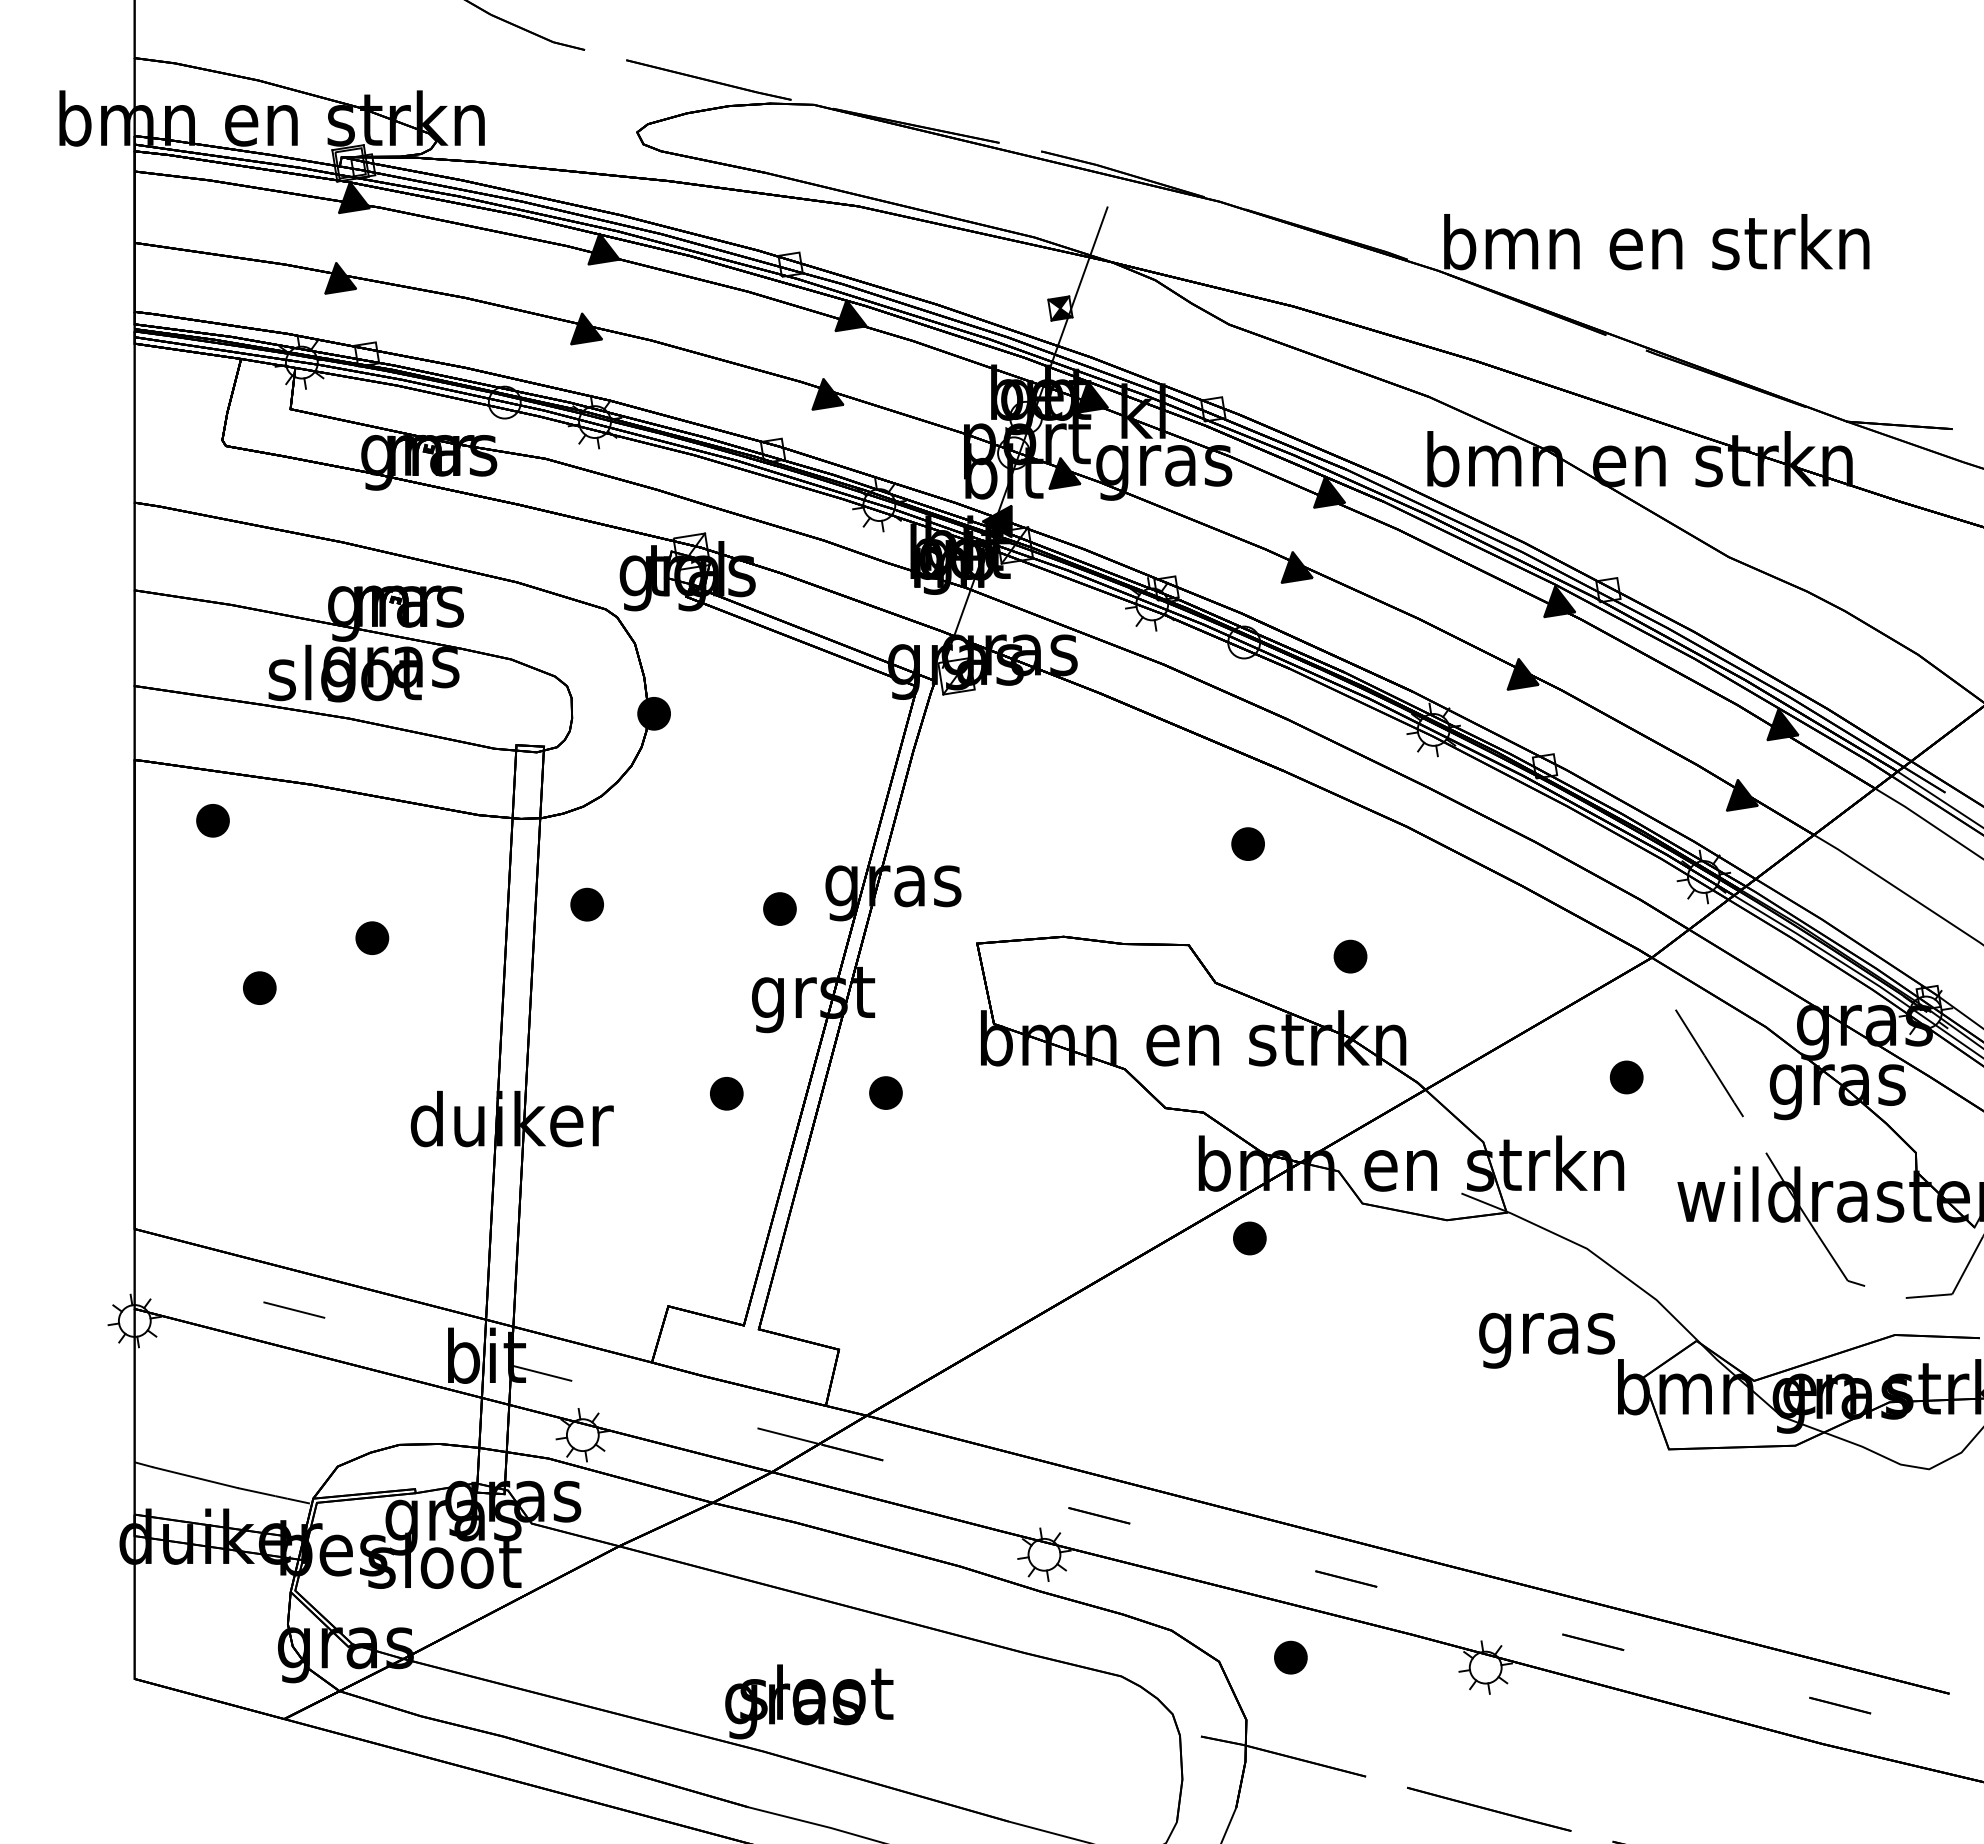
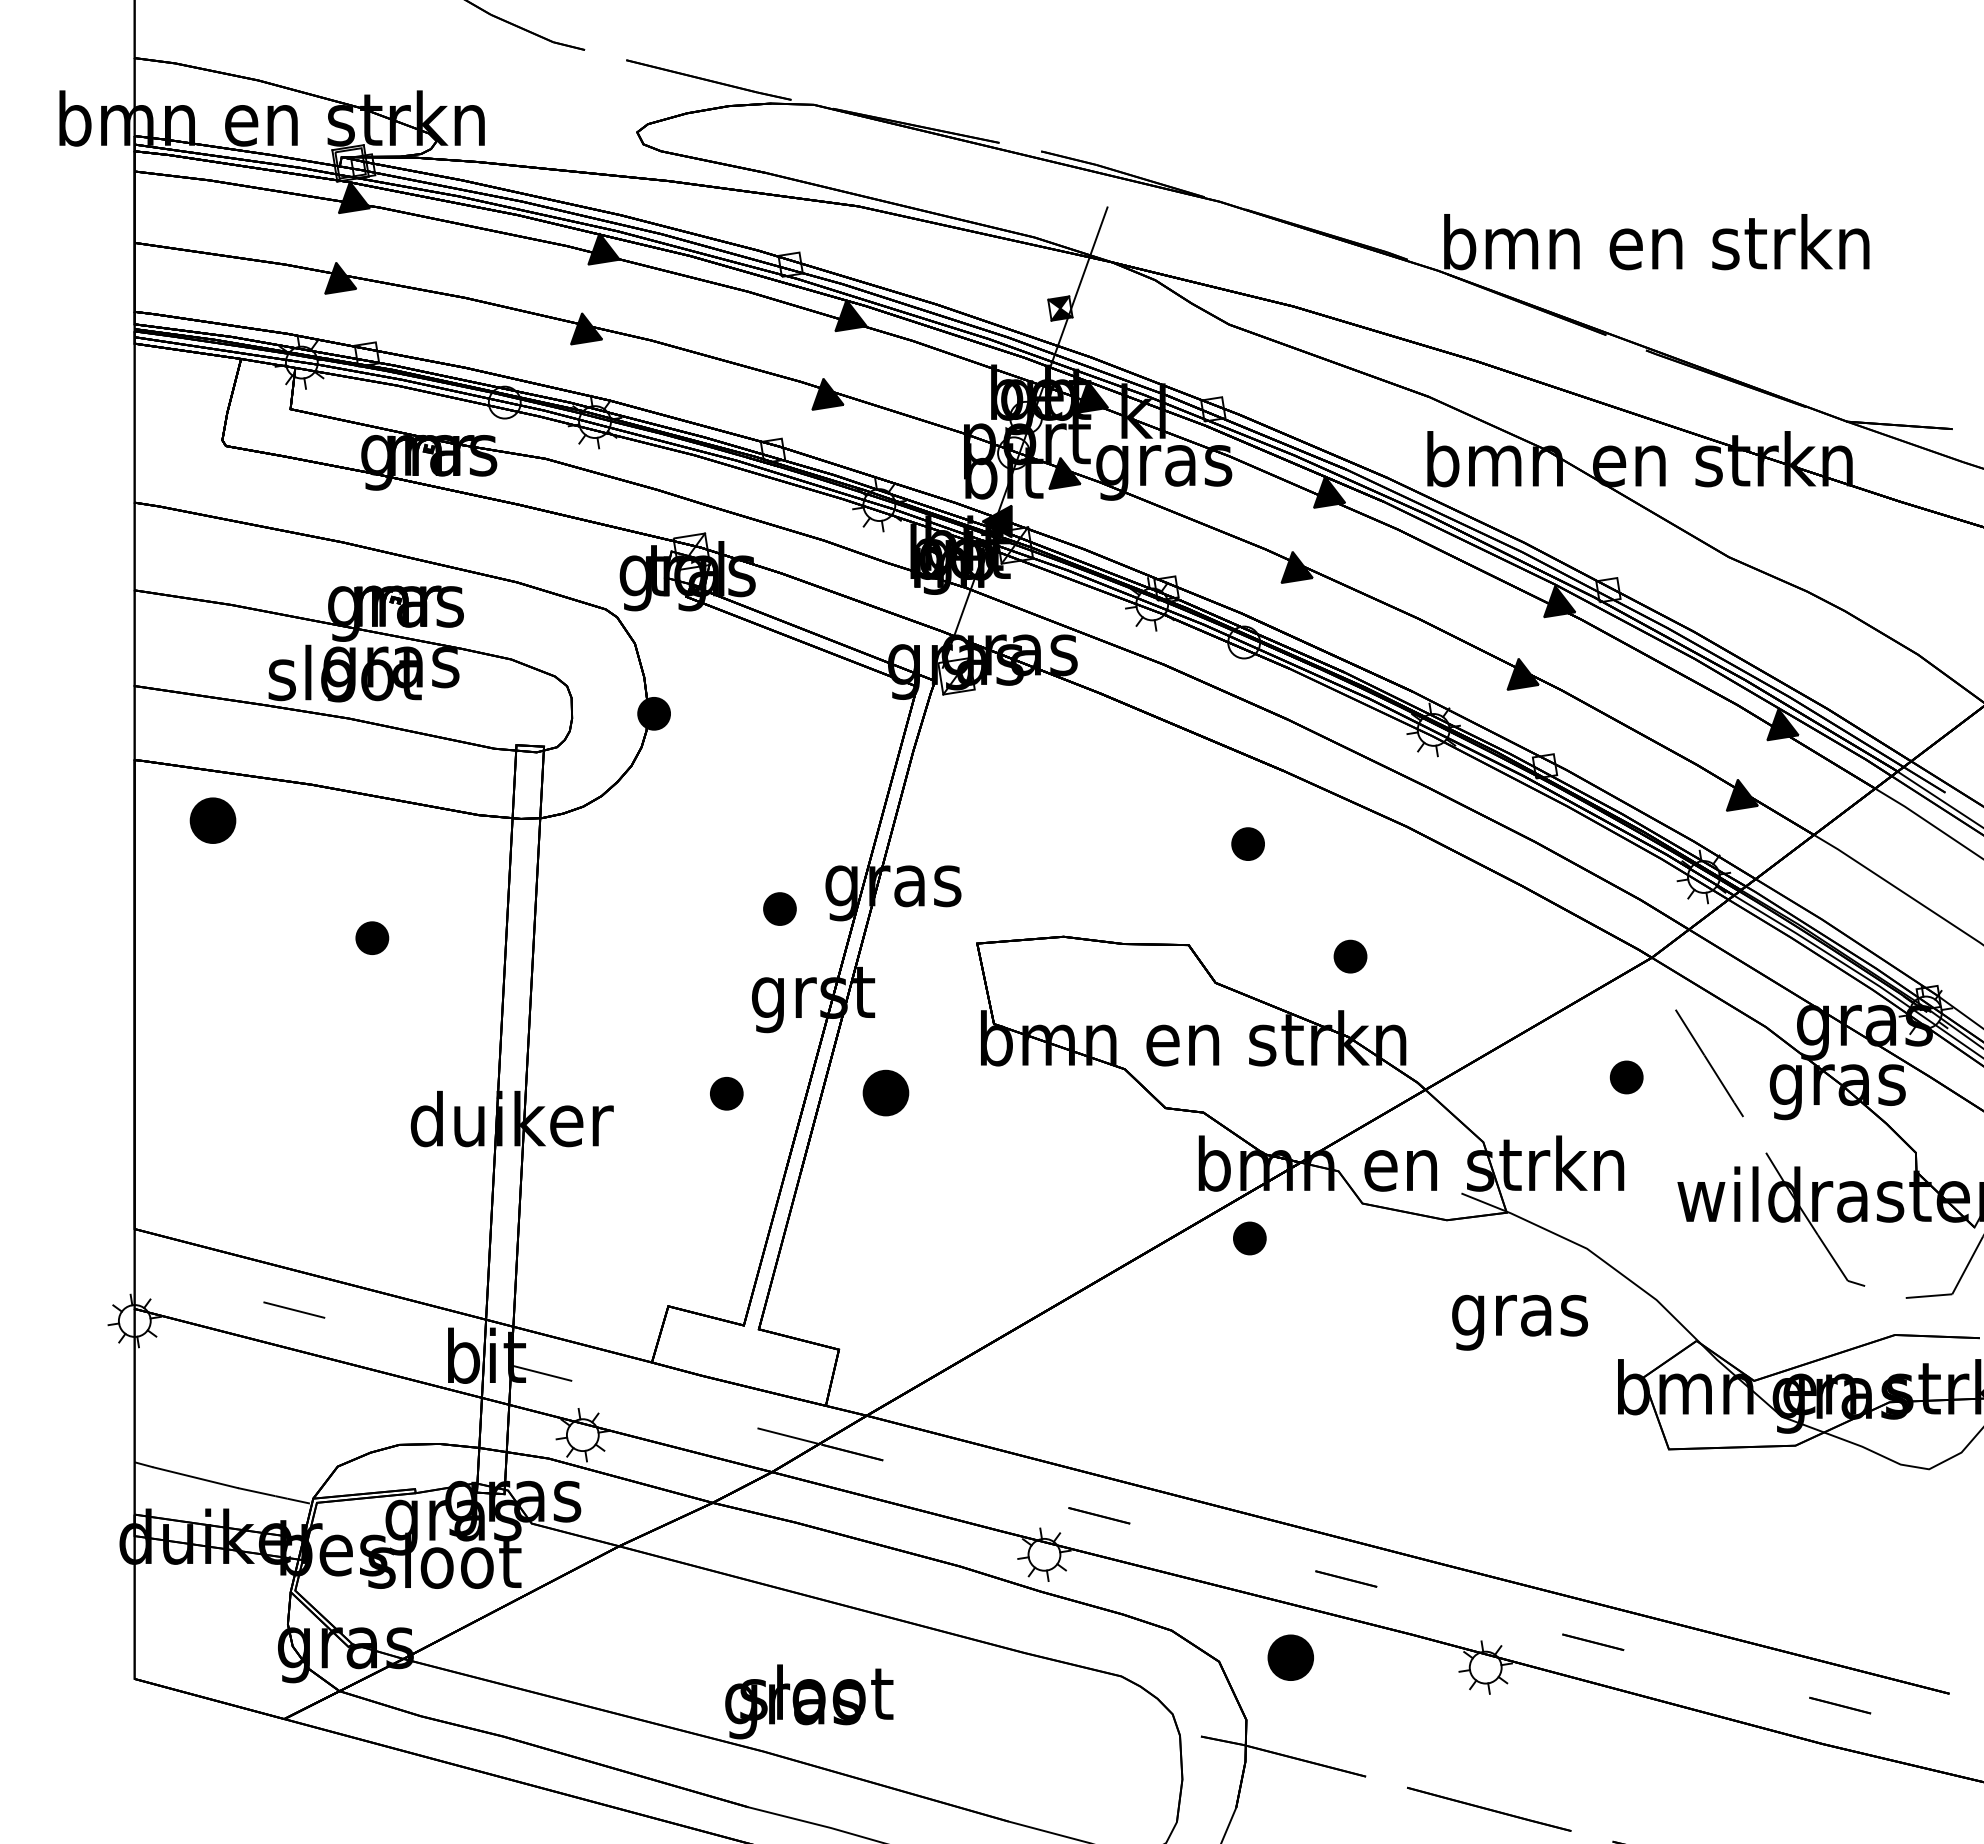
part at (212, 820) size: 34x34 px -> 48x47 px
part at (586, 904): present -> none
part at (259, 987): present -> none
part at (885, 1092) size: 34x34 px -> 48x48 px
text at (1546, 1340) position: (1546, 1340) -> (1519, 1322)
part at (1290, 1657) size: 34x35 px -> 47x47 px
